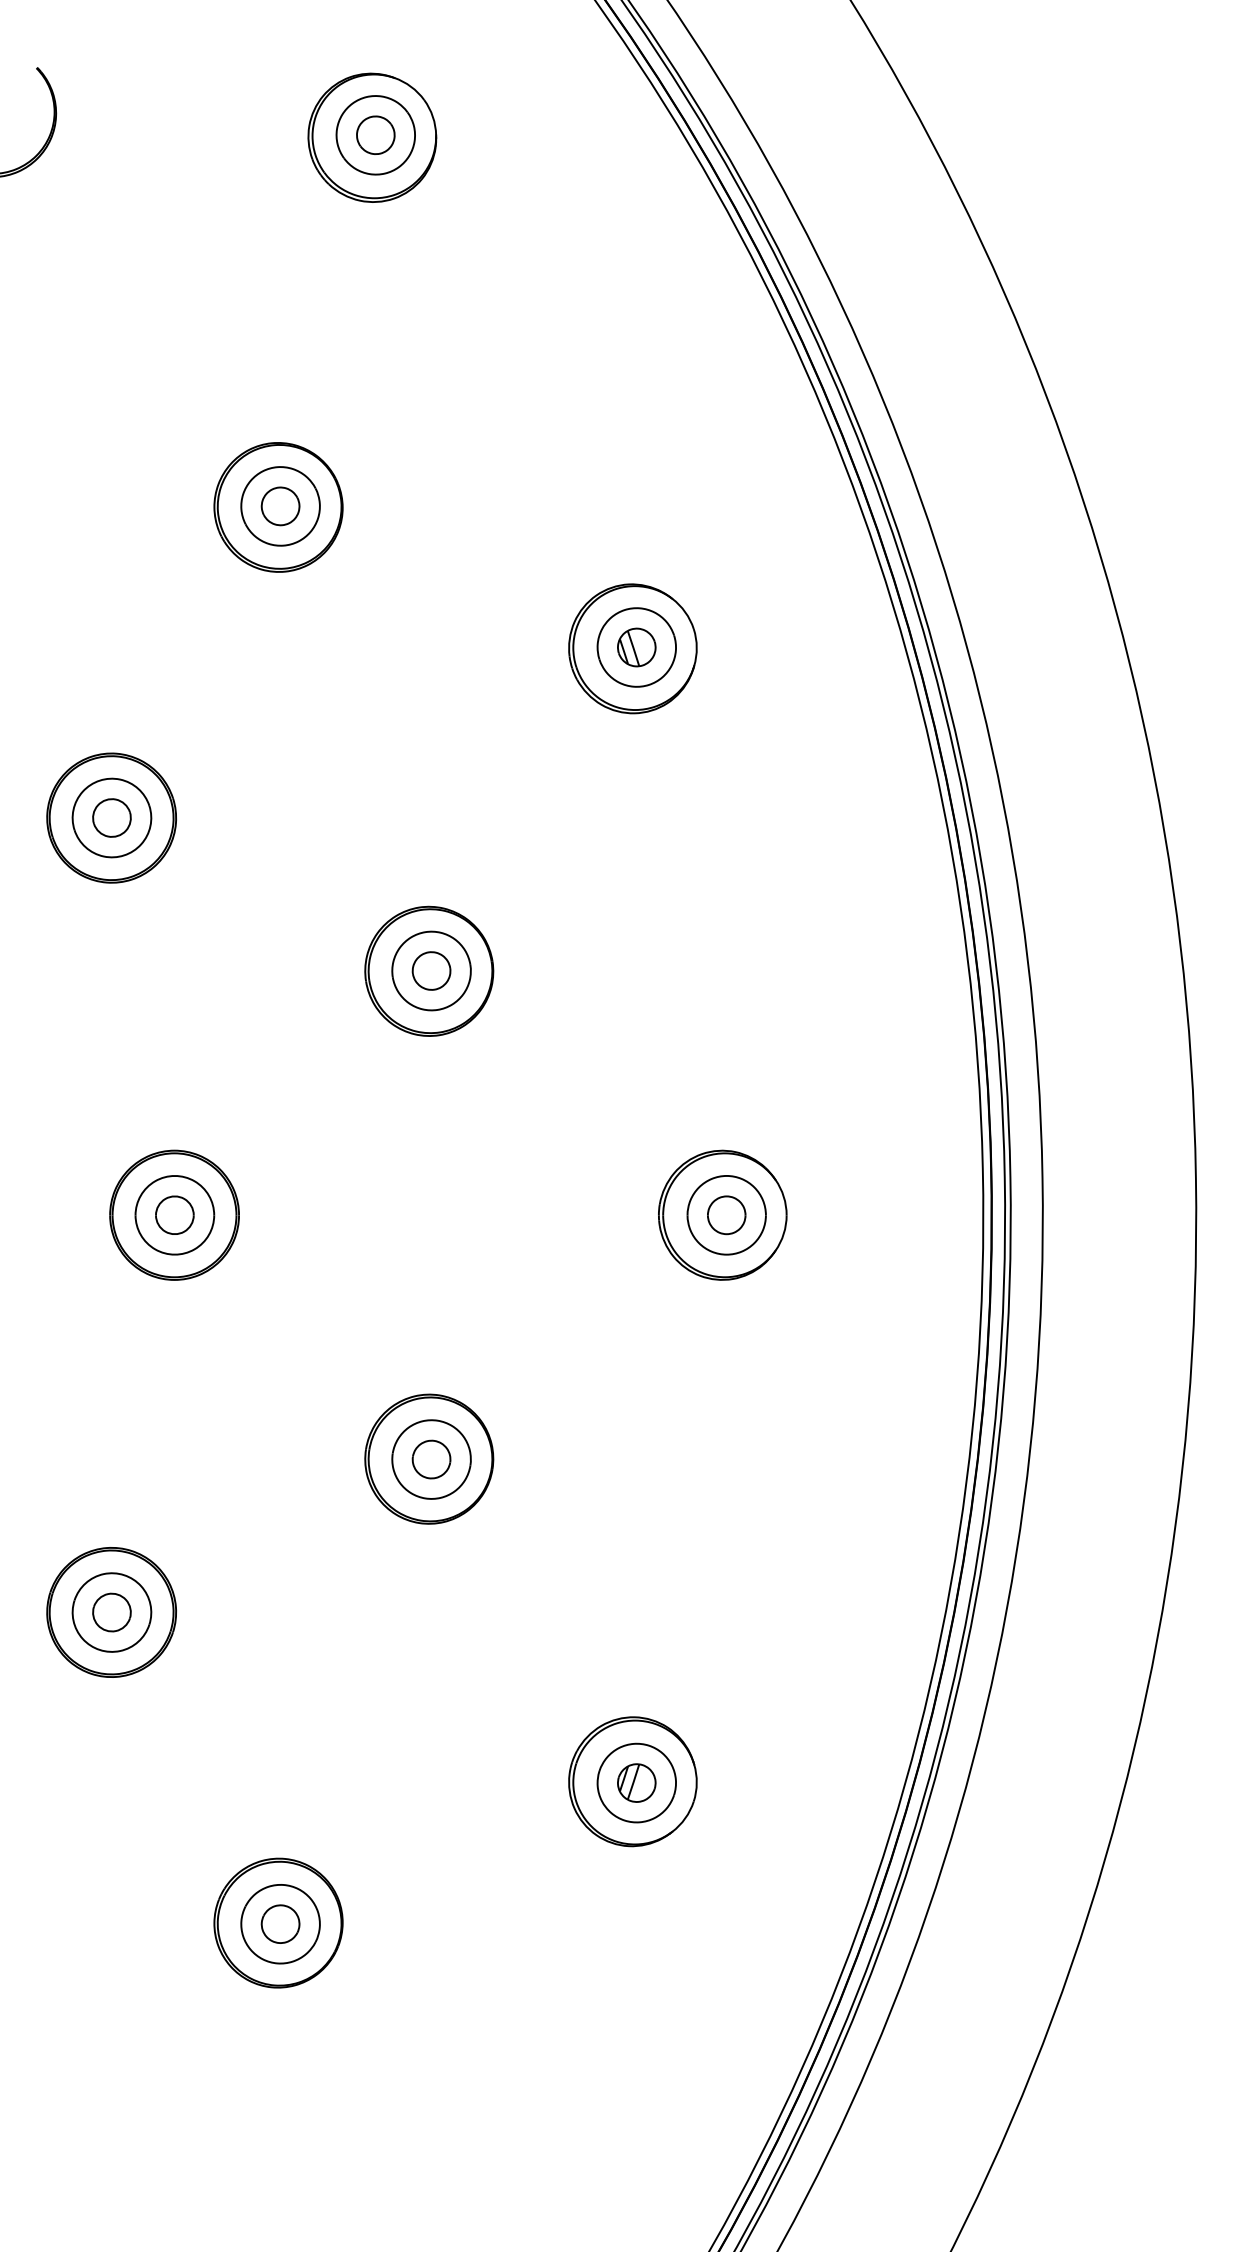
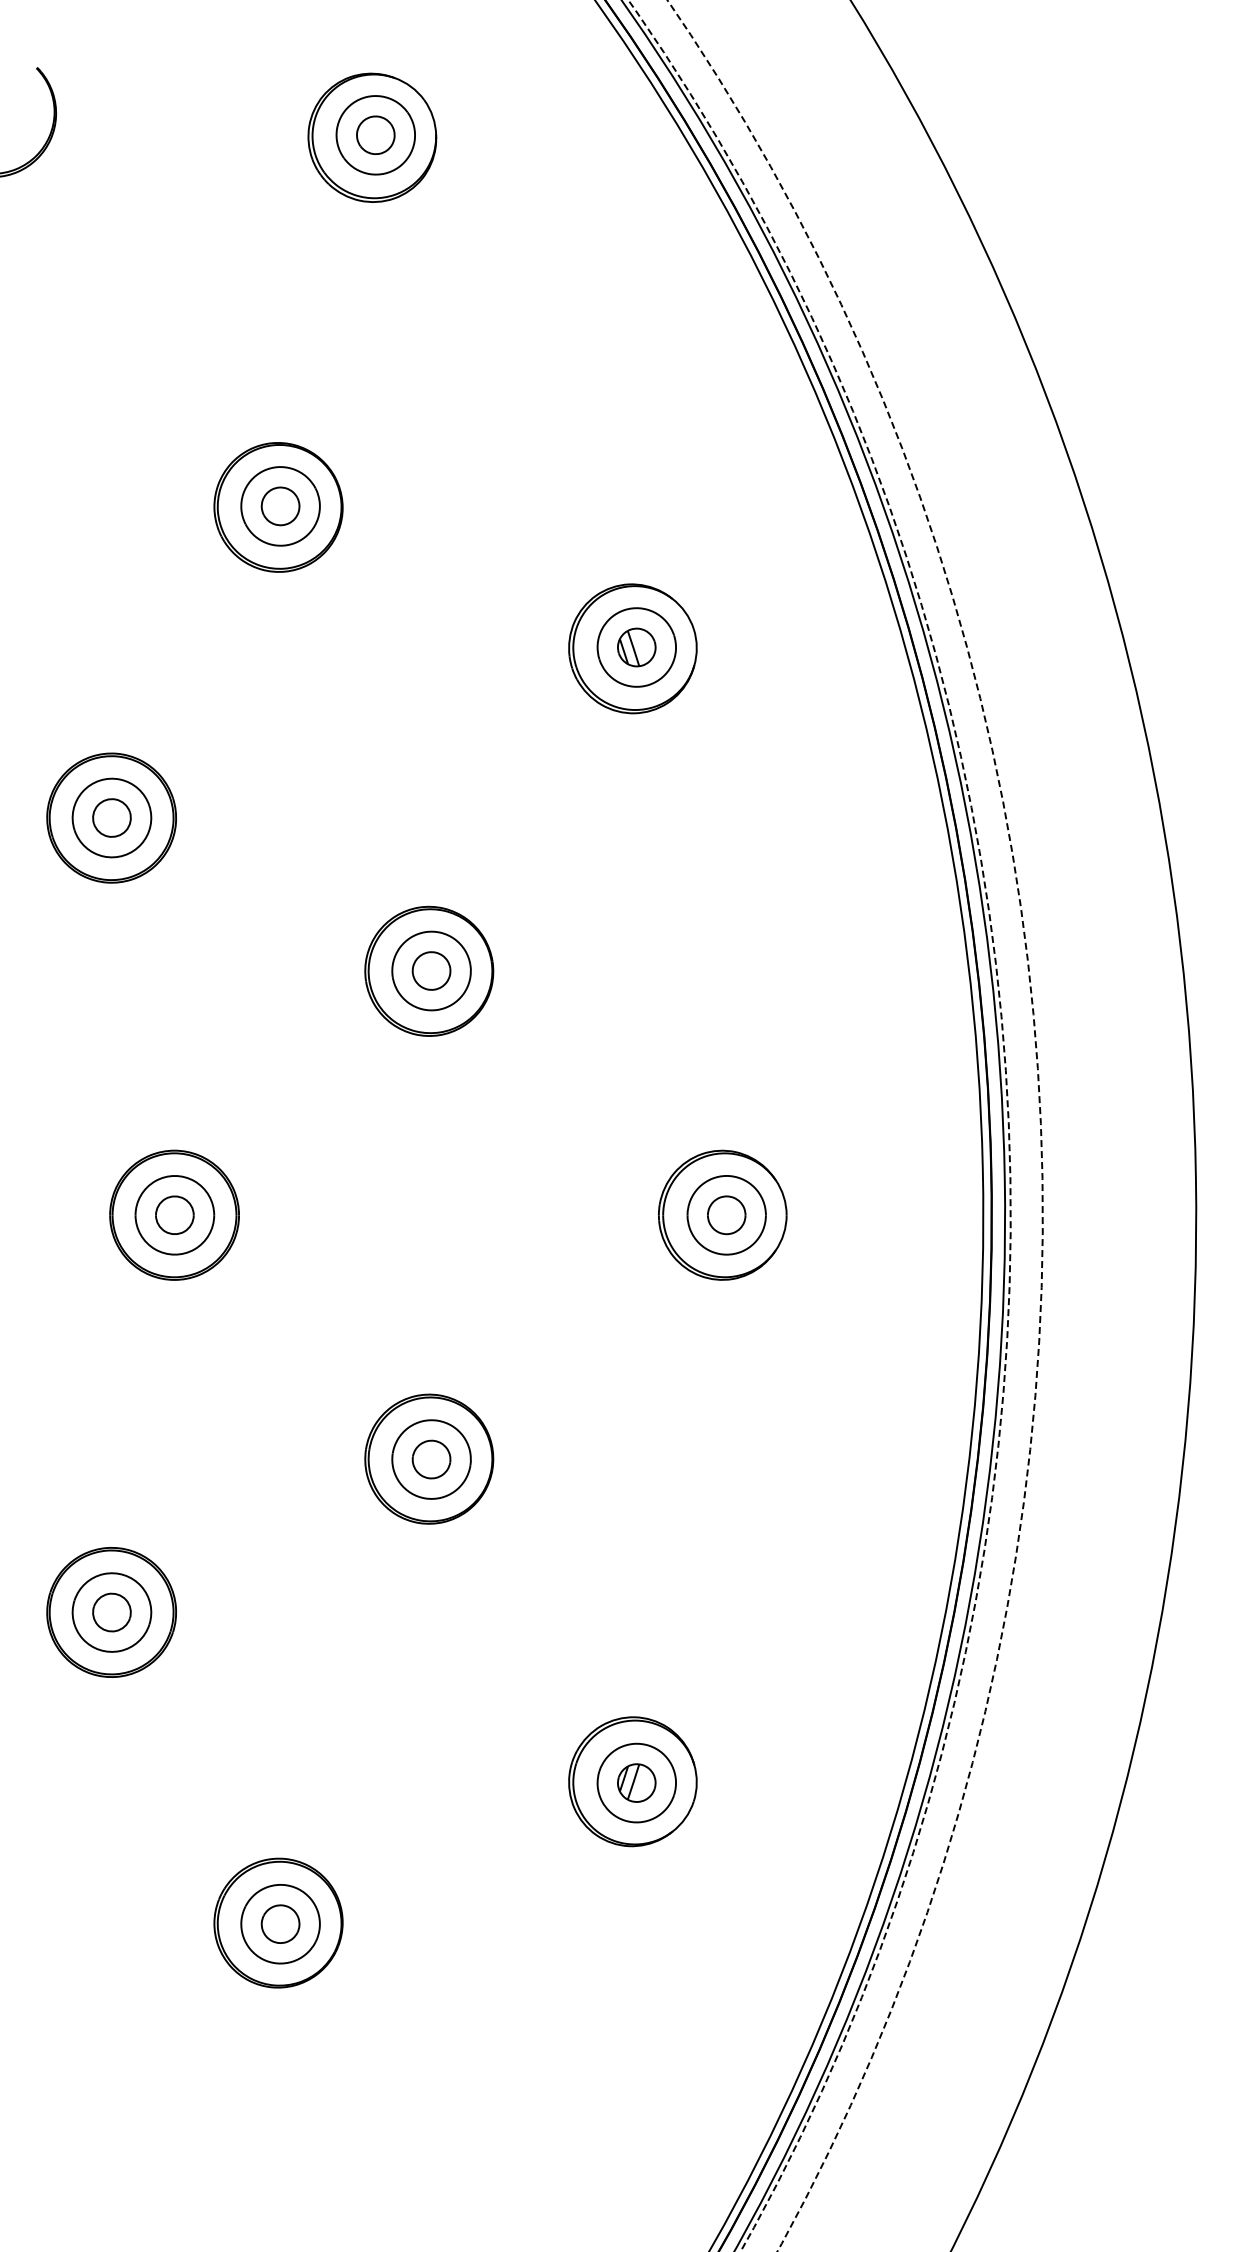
arc at (1008, 1109): solid -> dashed
arc at (1040, 1110): solid -> dashed
